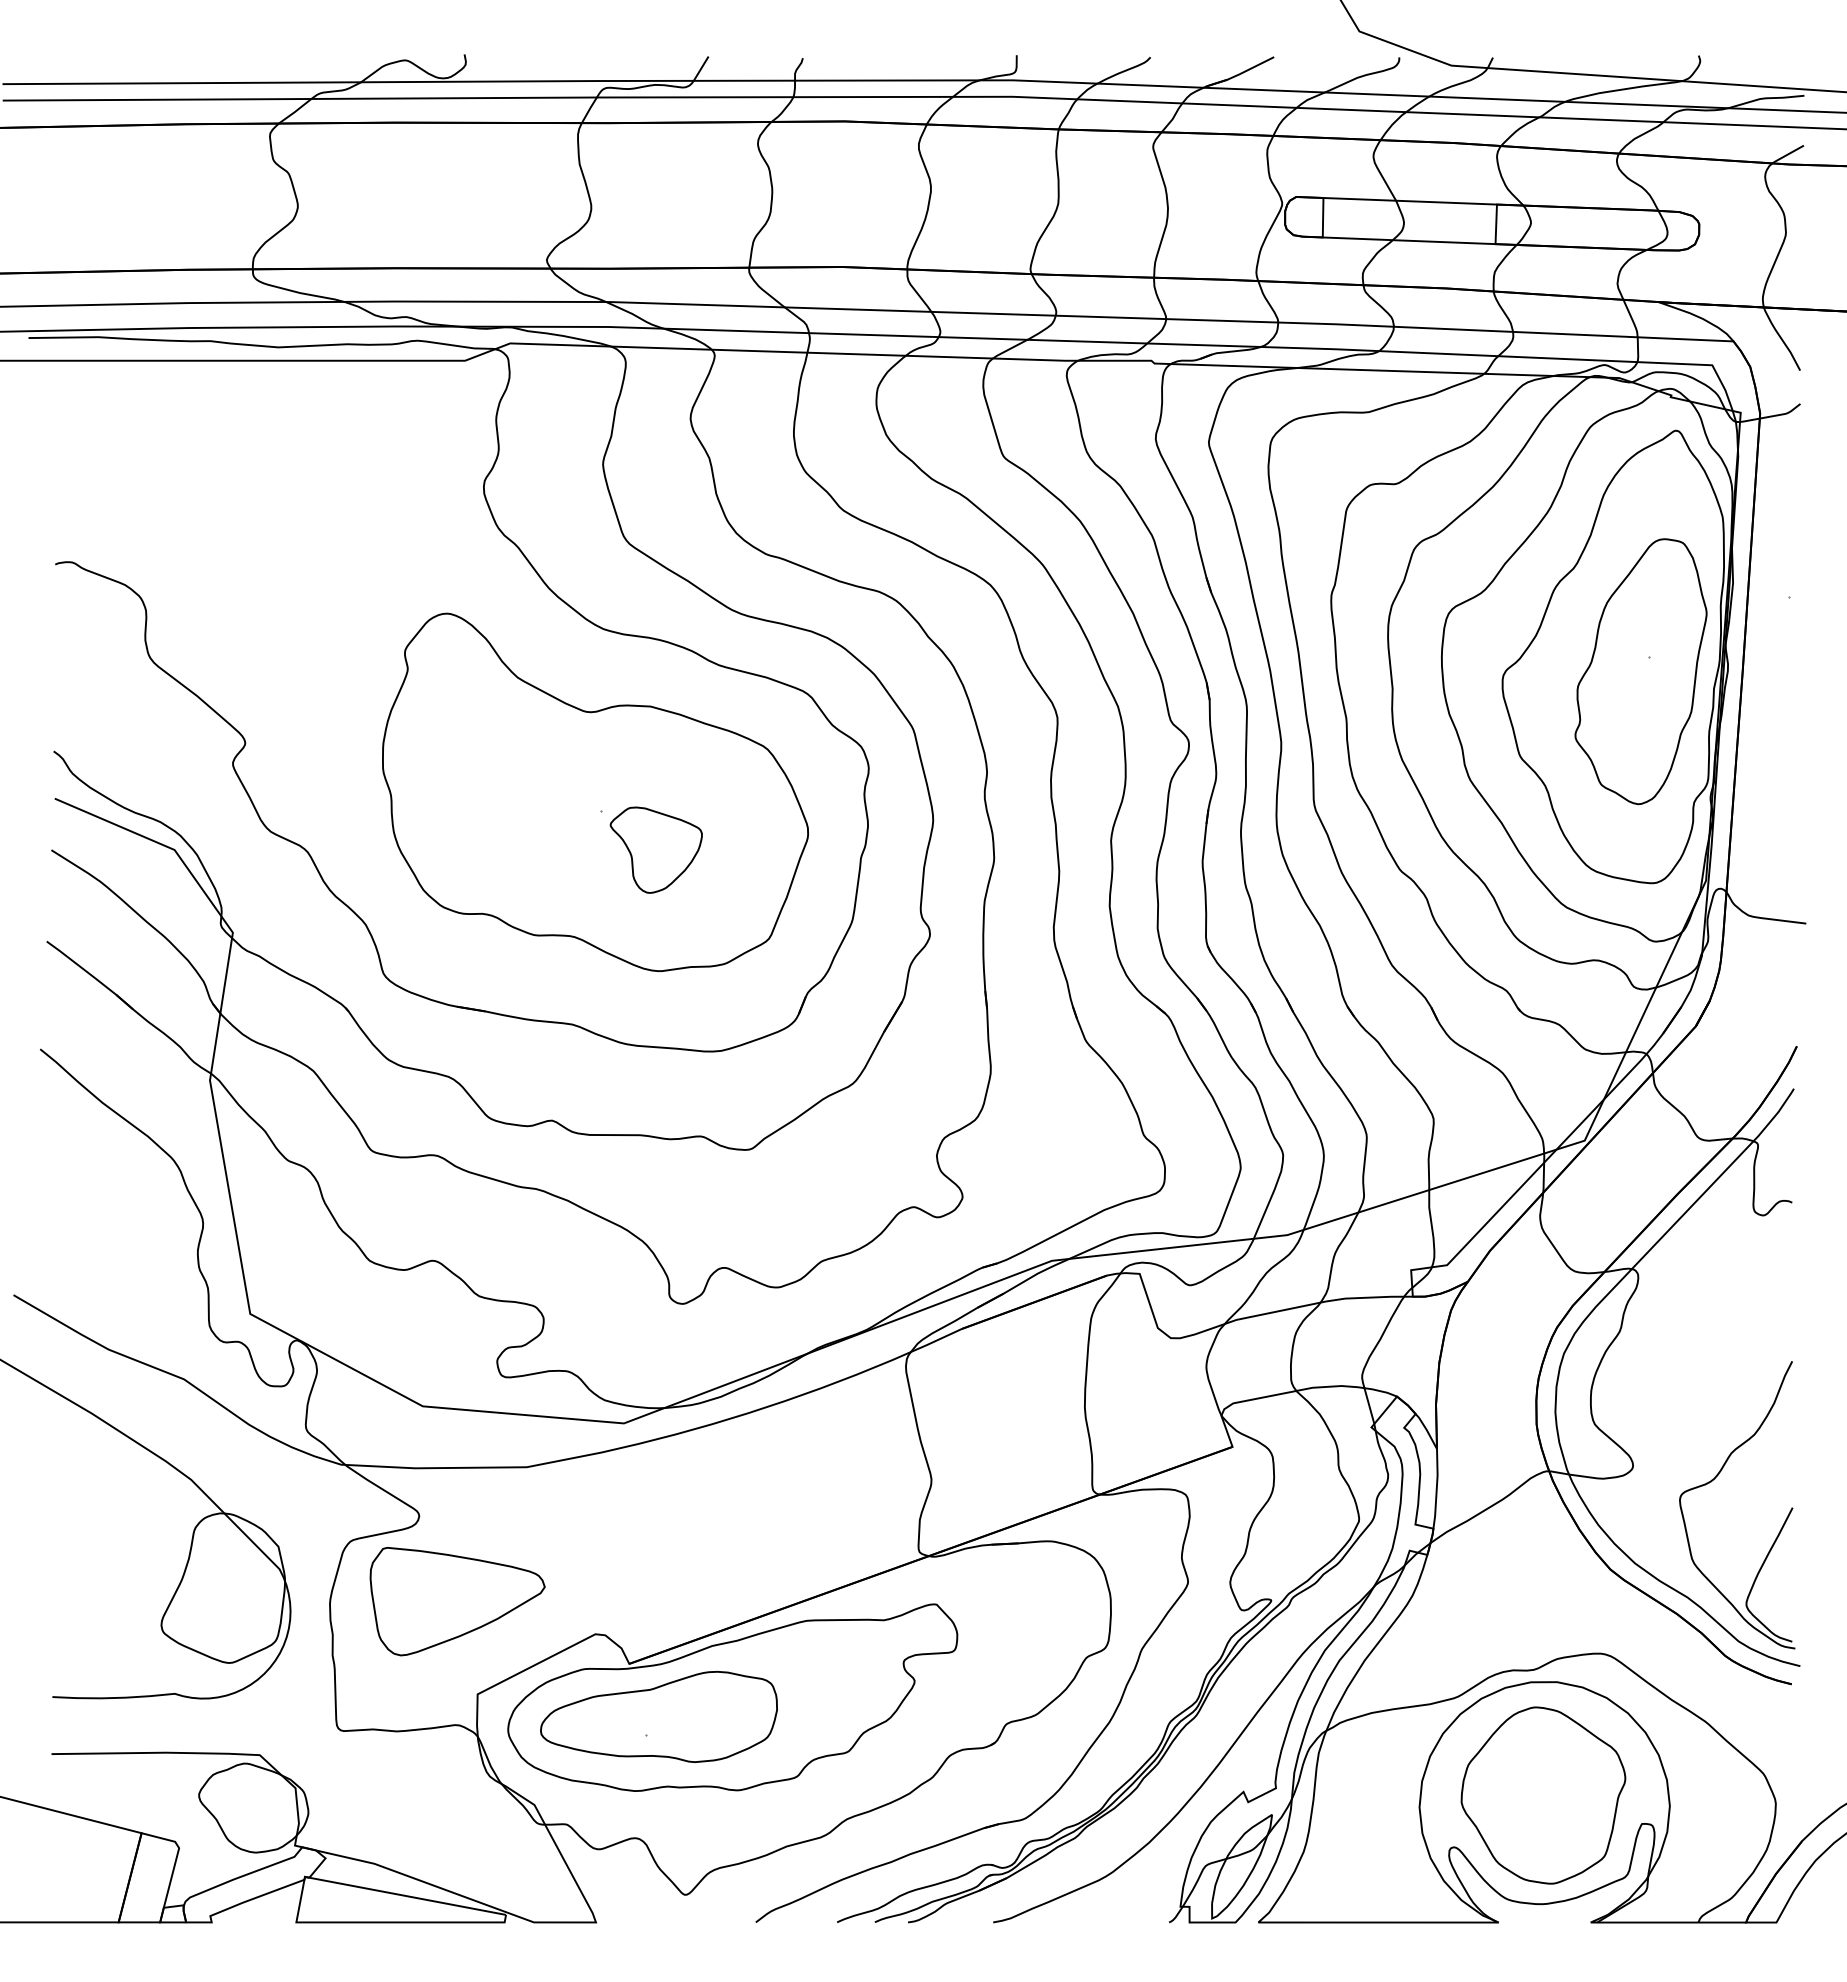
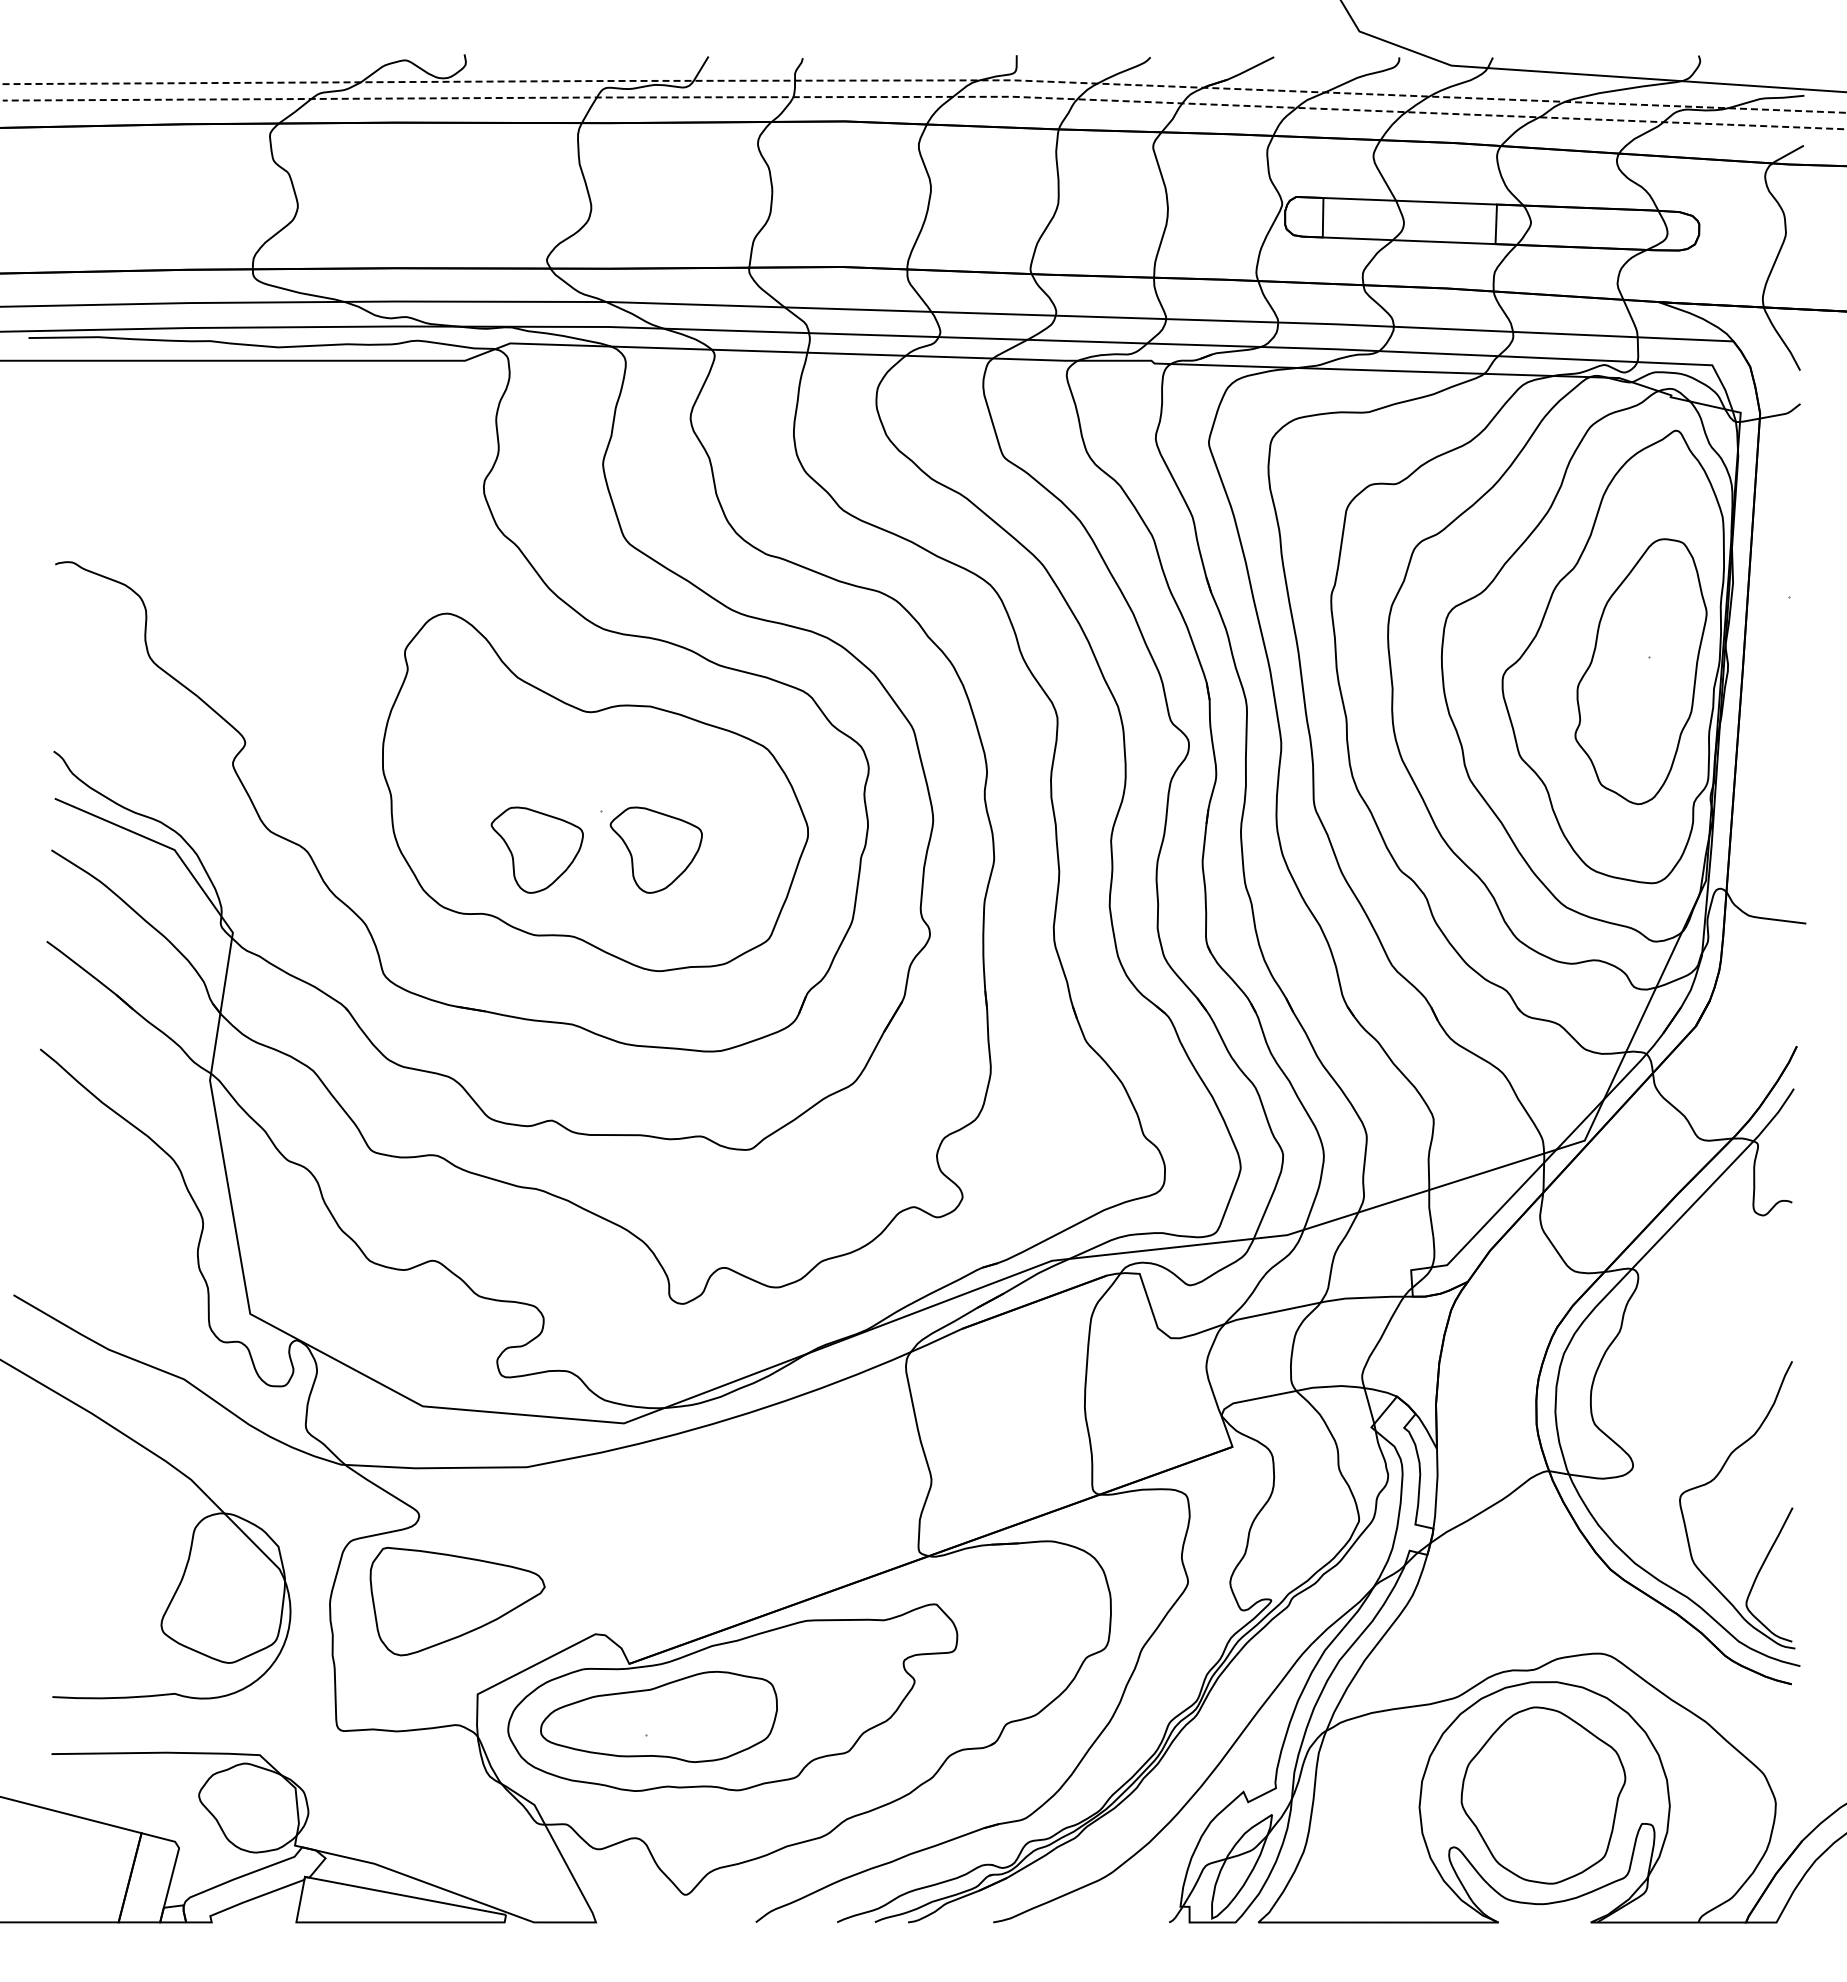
line at (924, 80): solid -> dashed
line at (924, 96): solid -> dashed
part at (536, 849): none -> present
